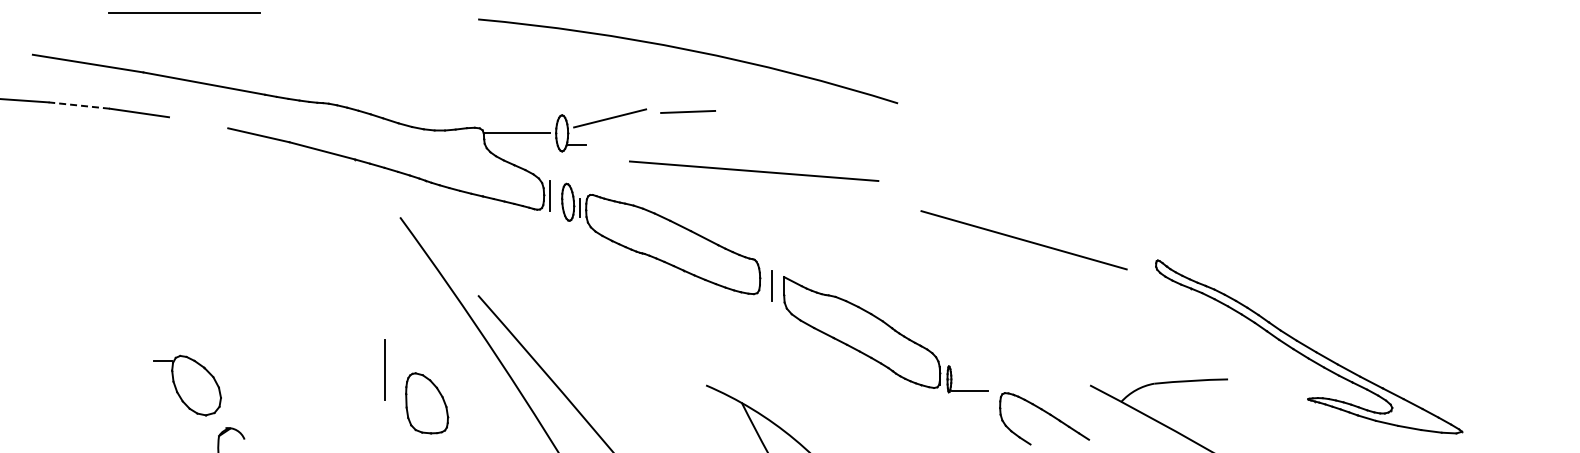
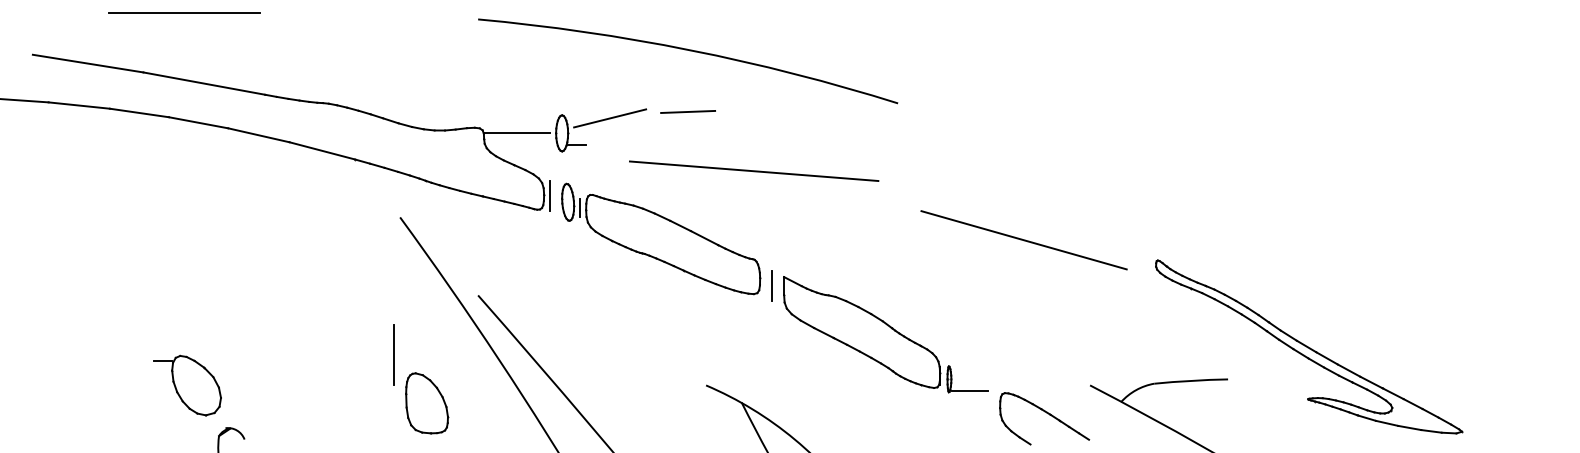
line at (79, 105): dashed -> solid
line at (198, 122): none -> present
line at (384, 369) position: (384, 369) -> (393, 354)
